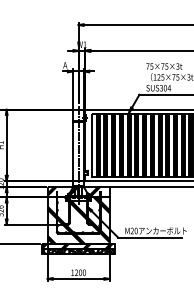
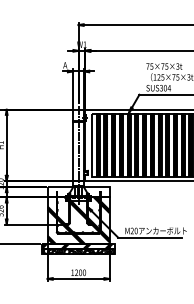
line at (149, 187): present -> none
hatch at (78, 192): present -> none
